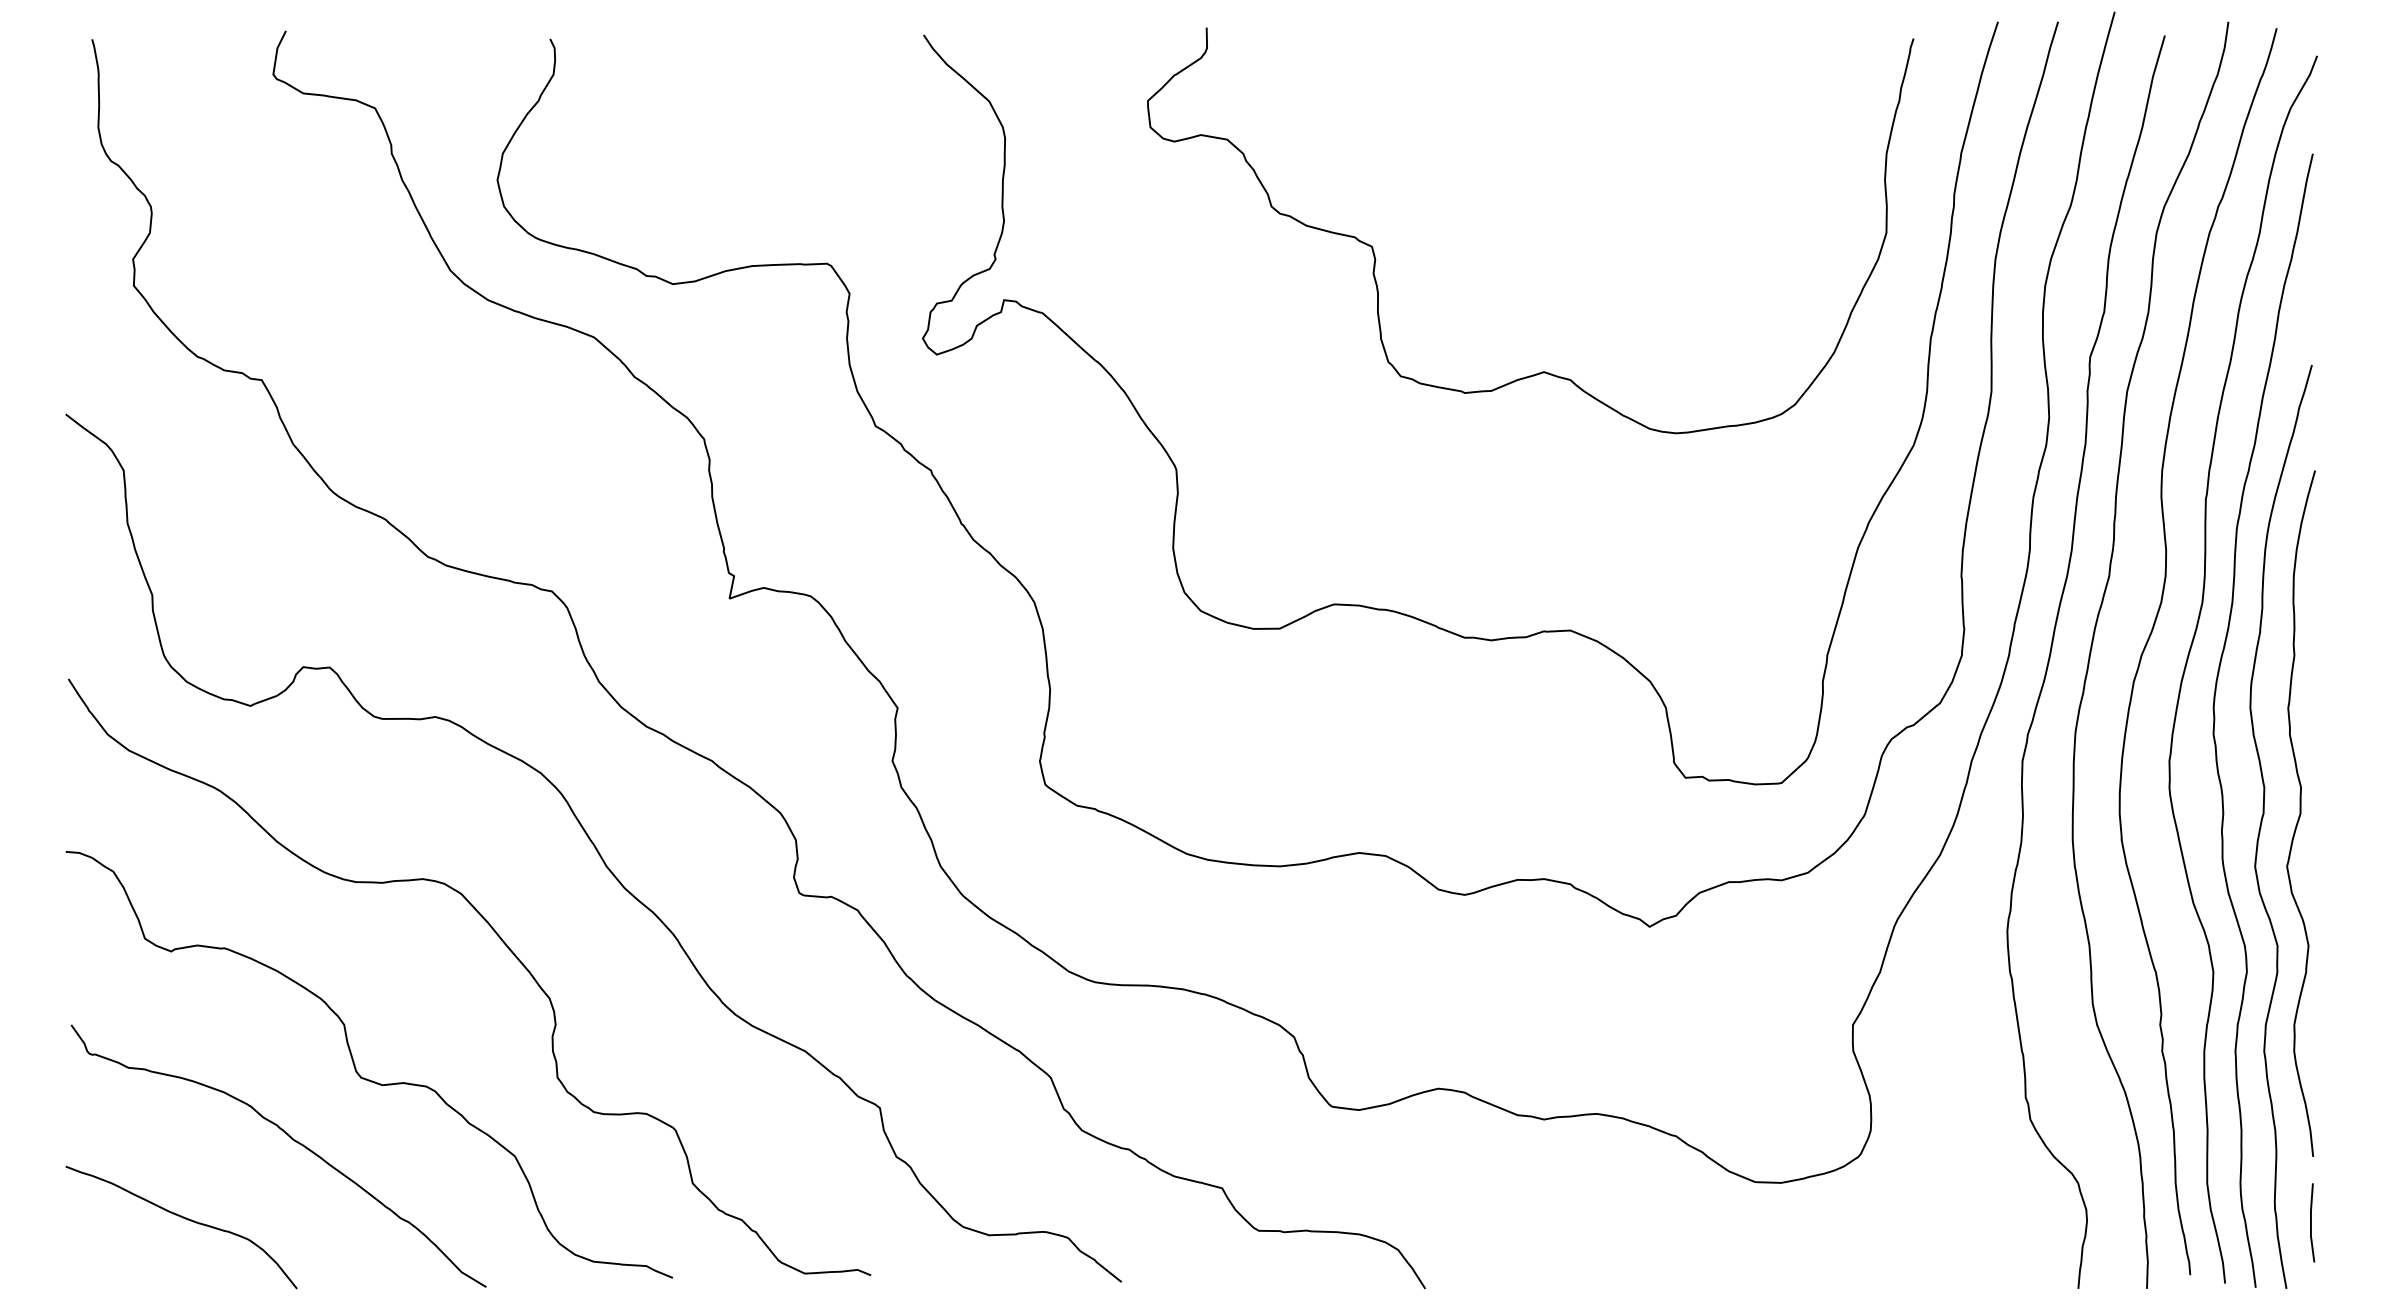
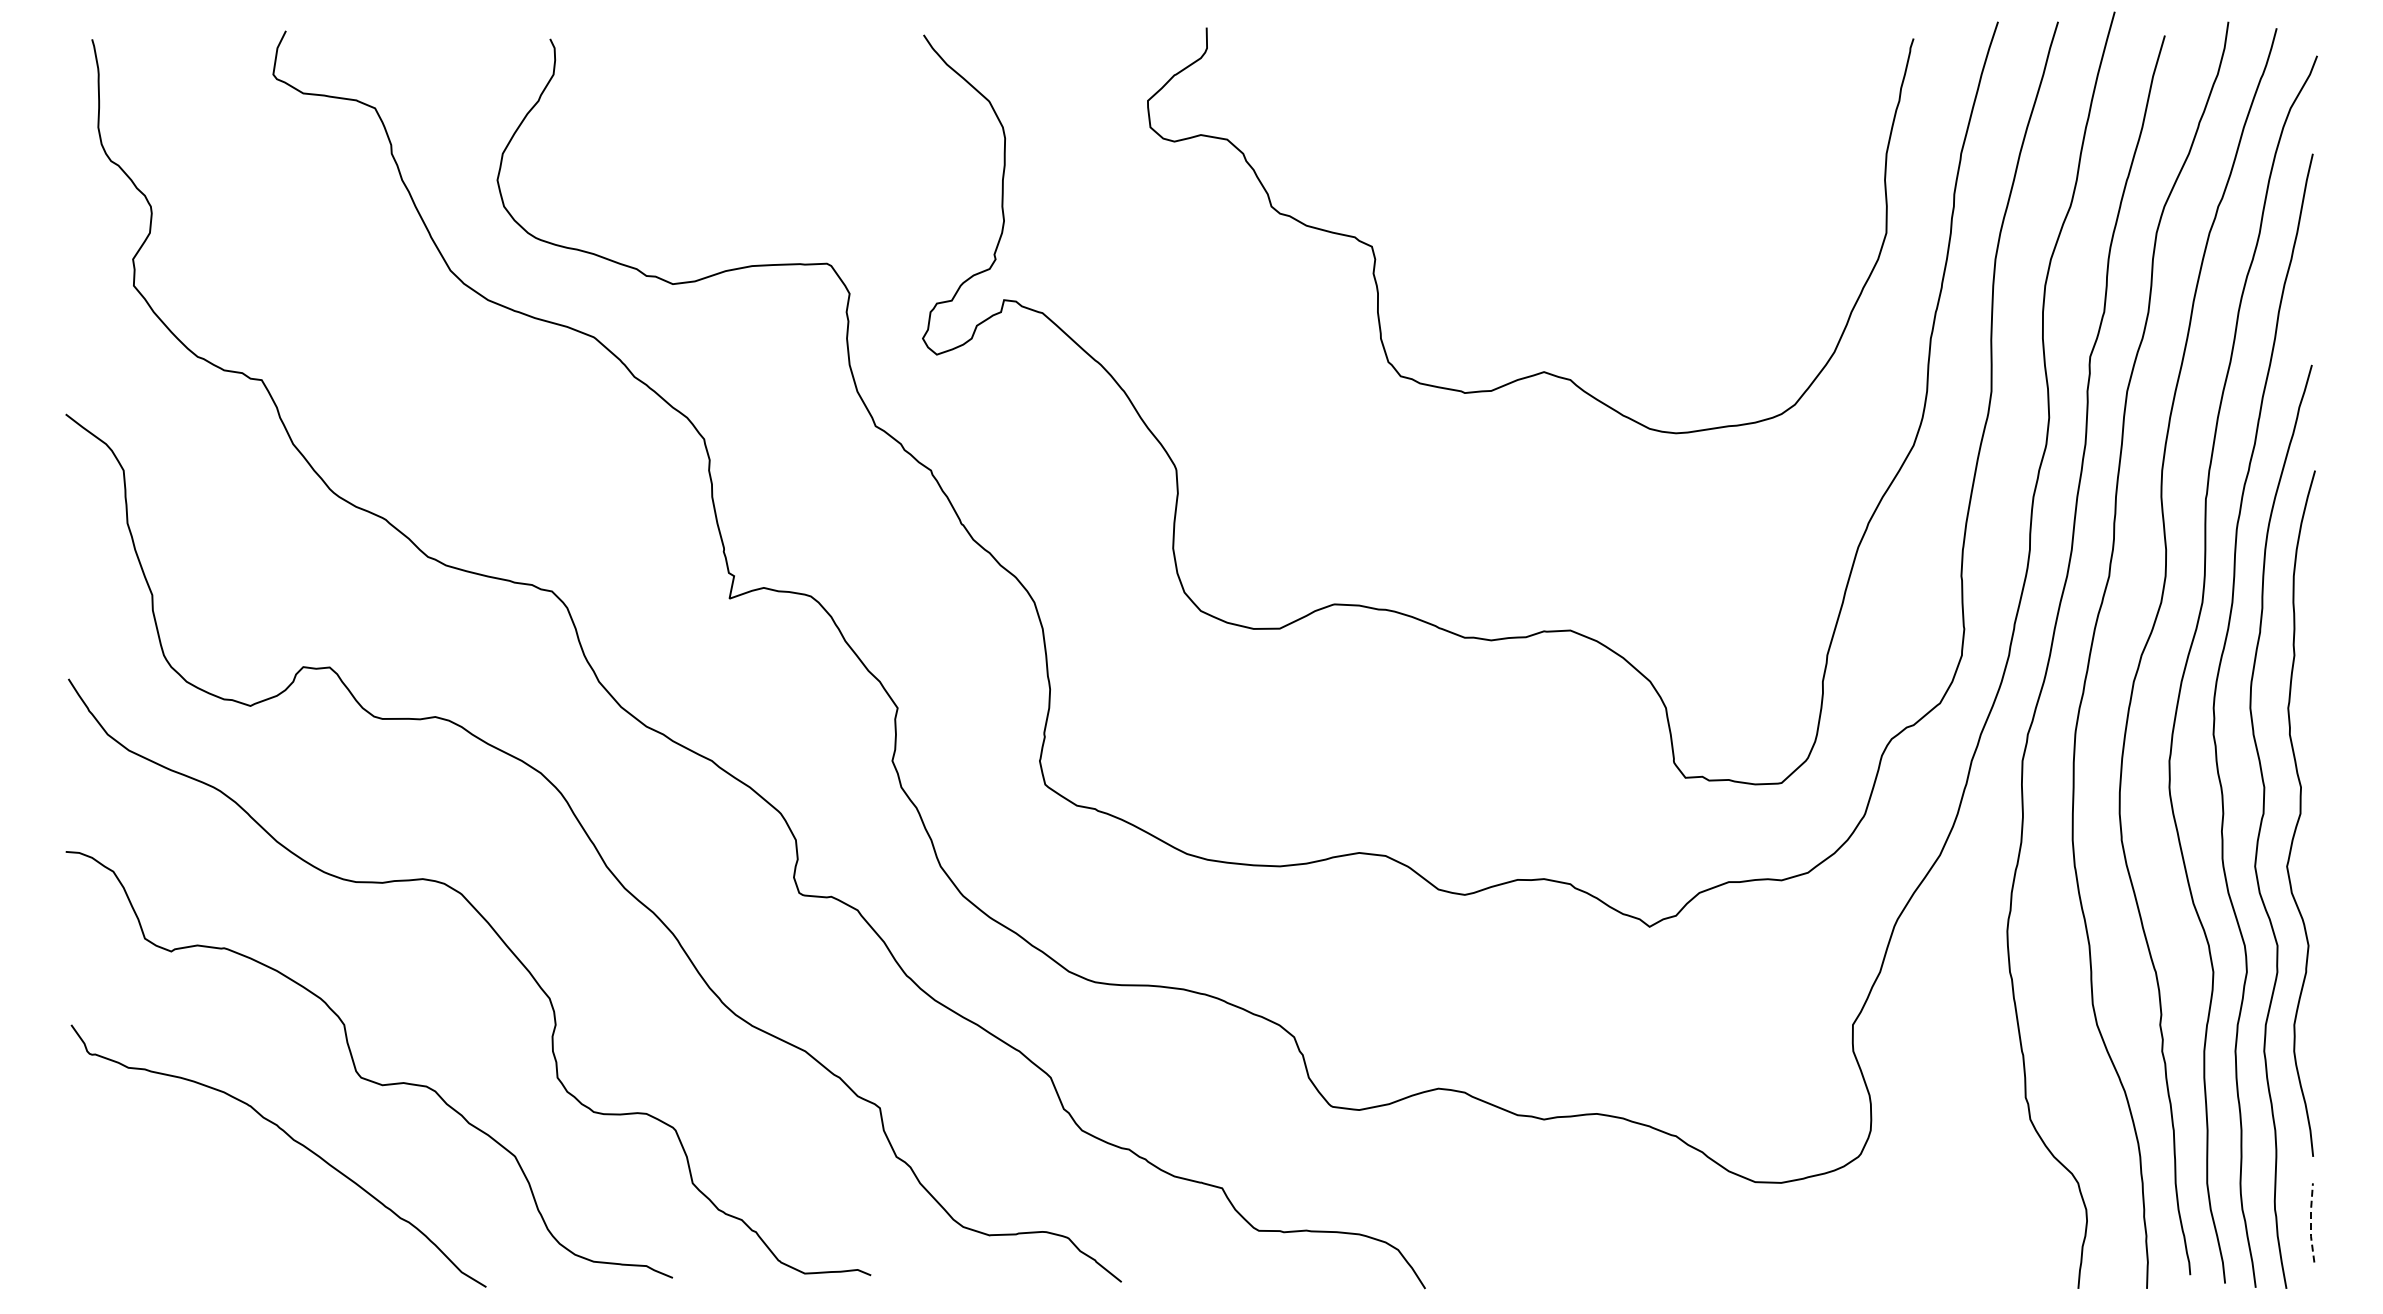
curve at (185, 1219): present -> none
line at (2310, 1222): solid -> dashed
